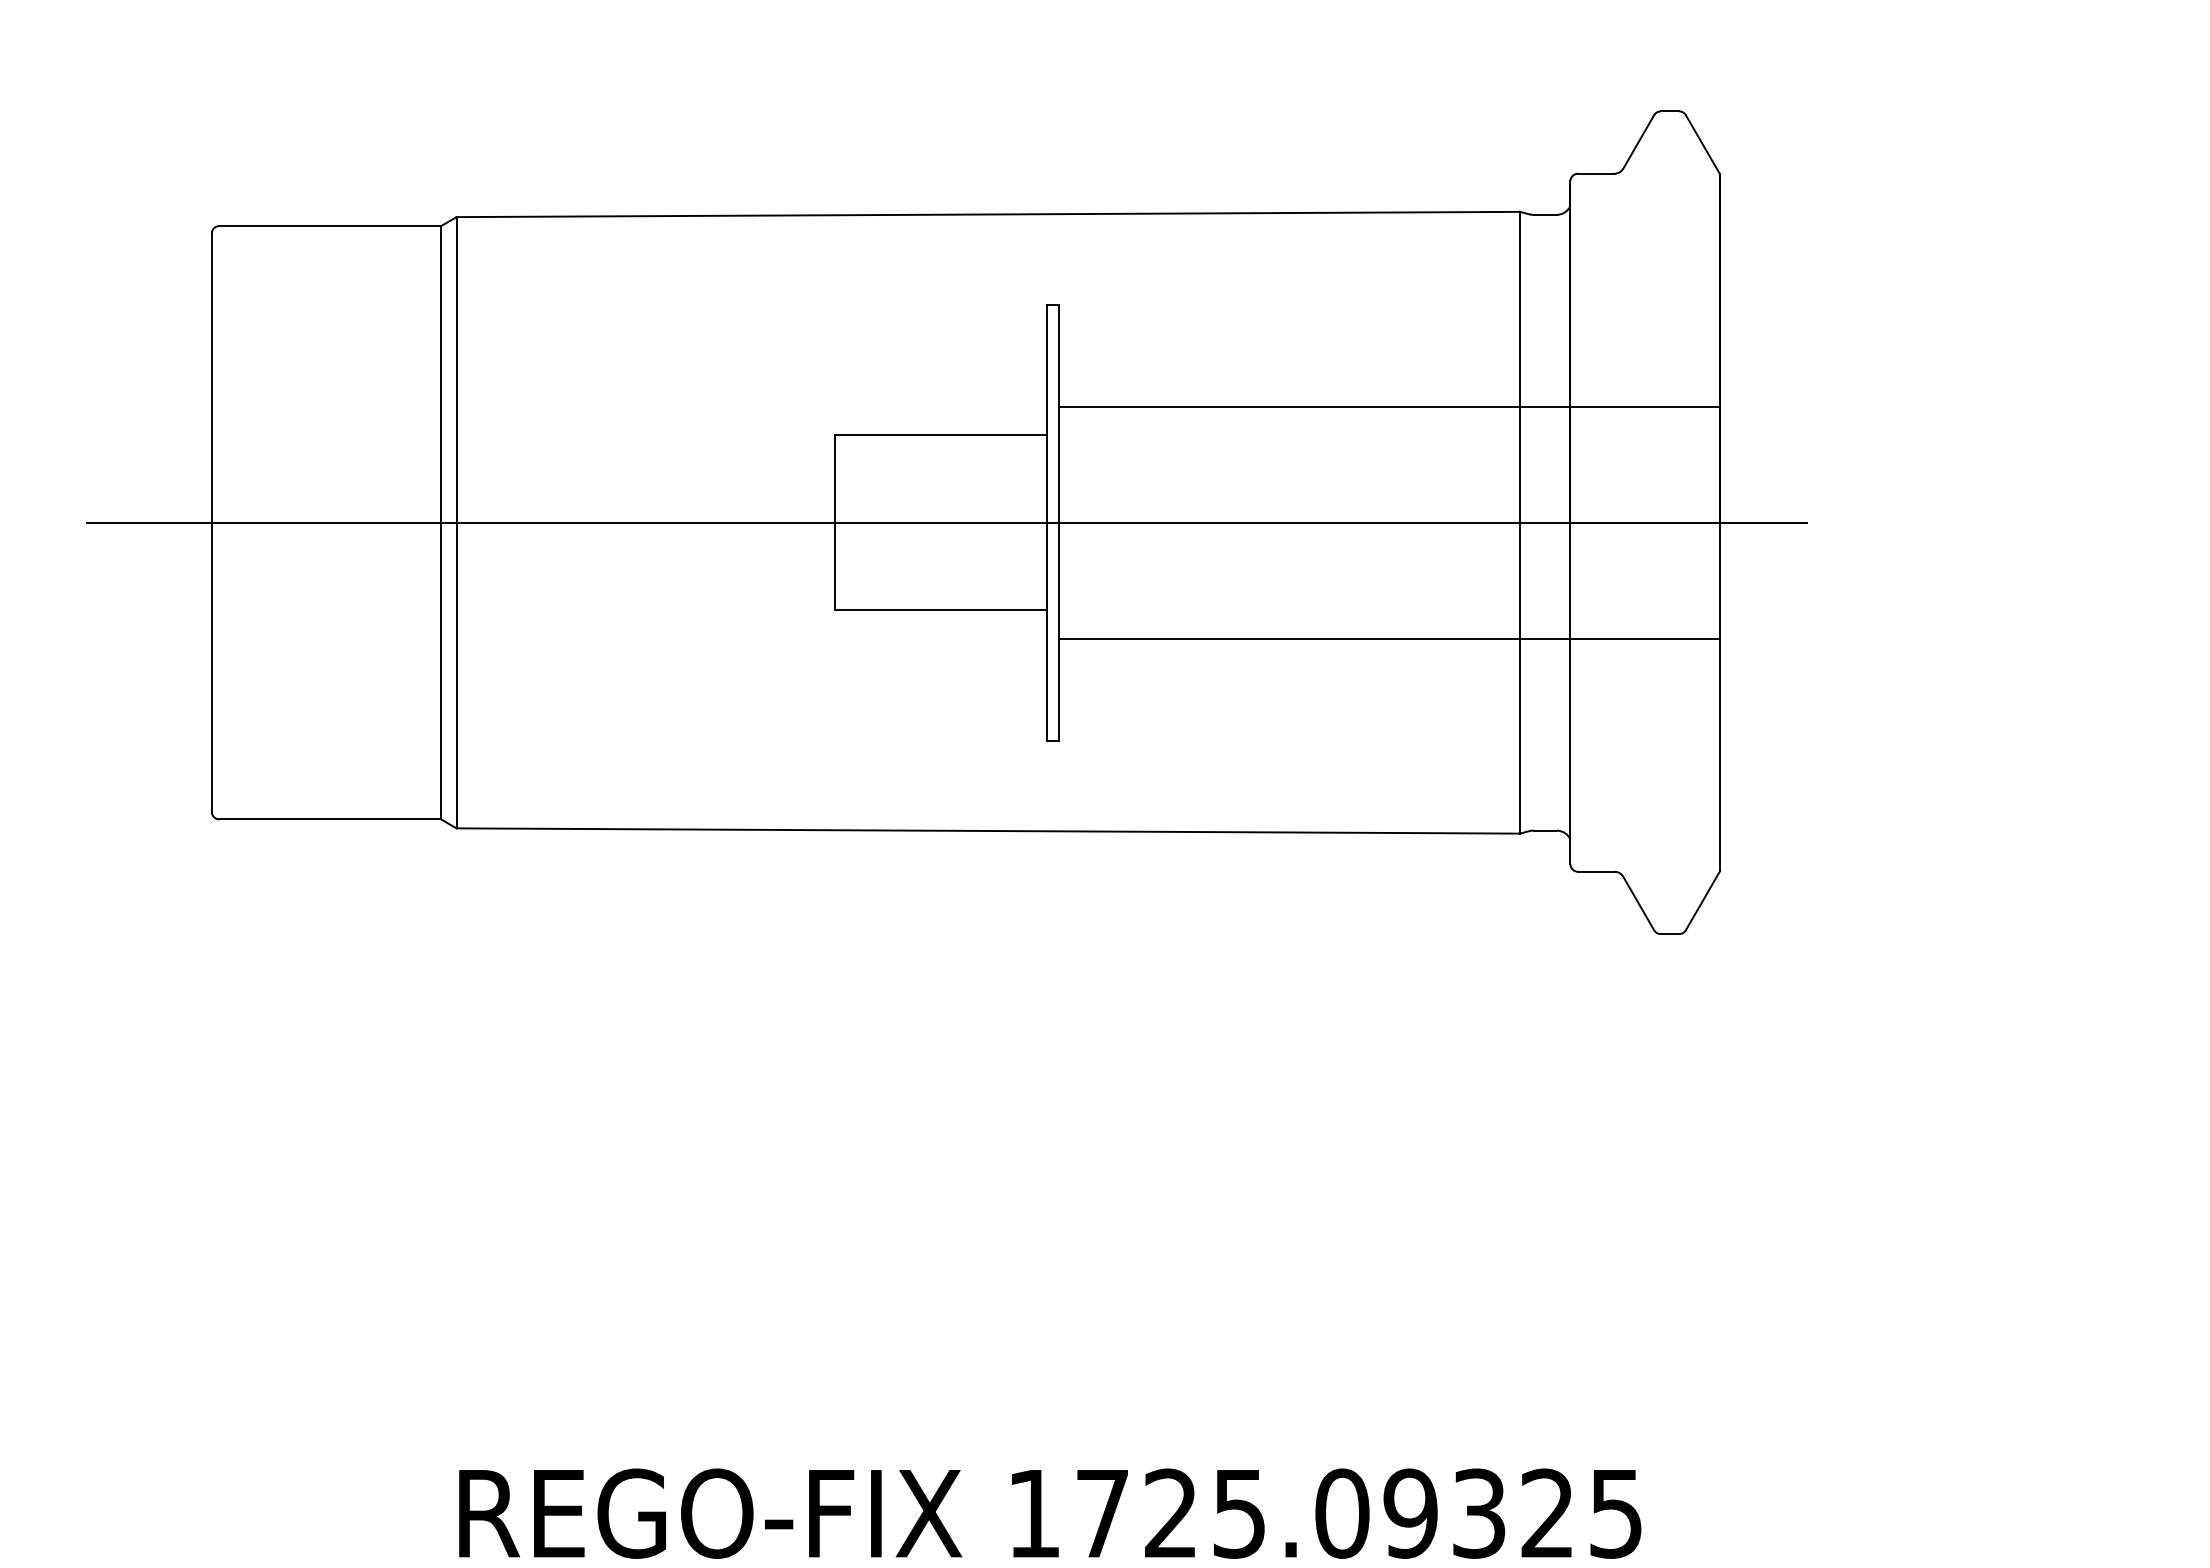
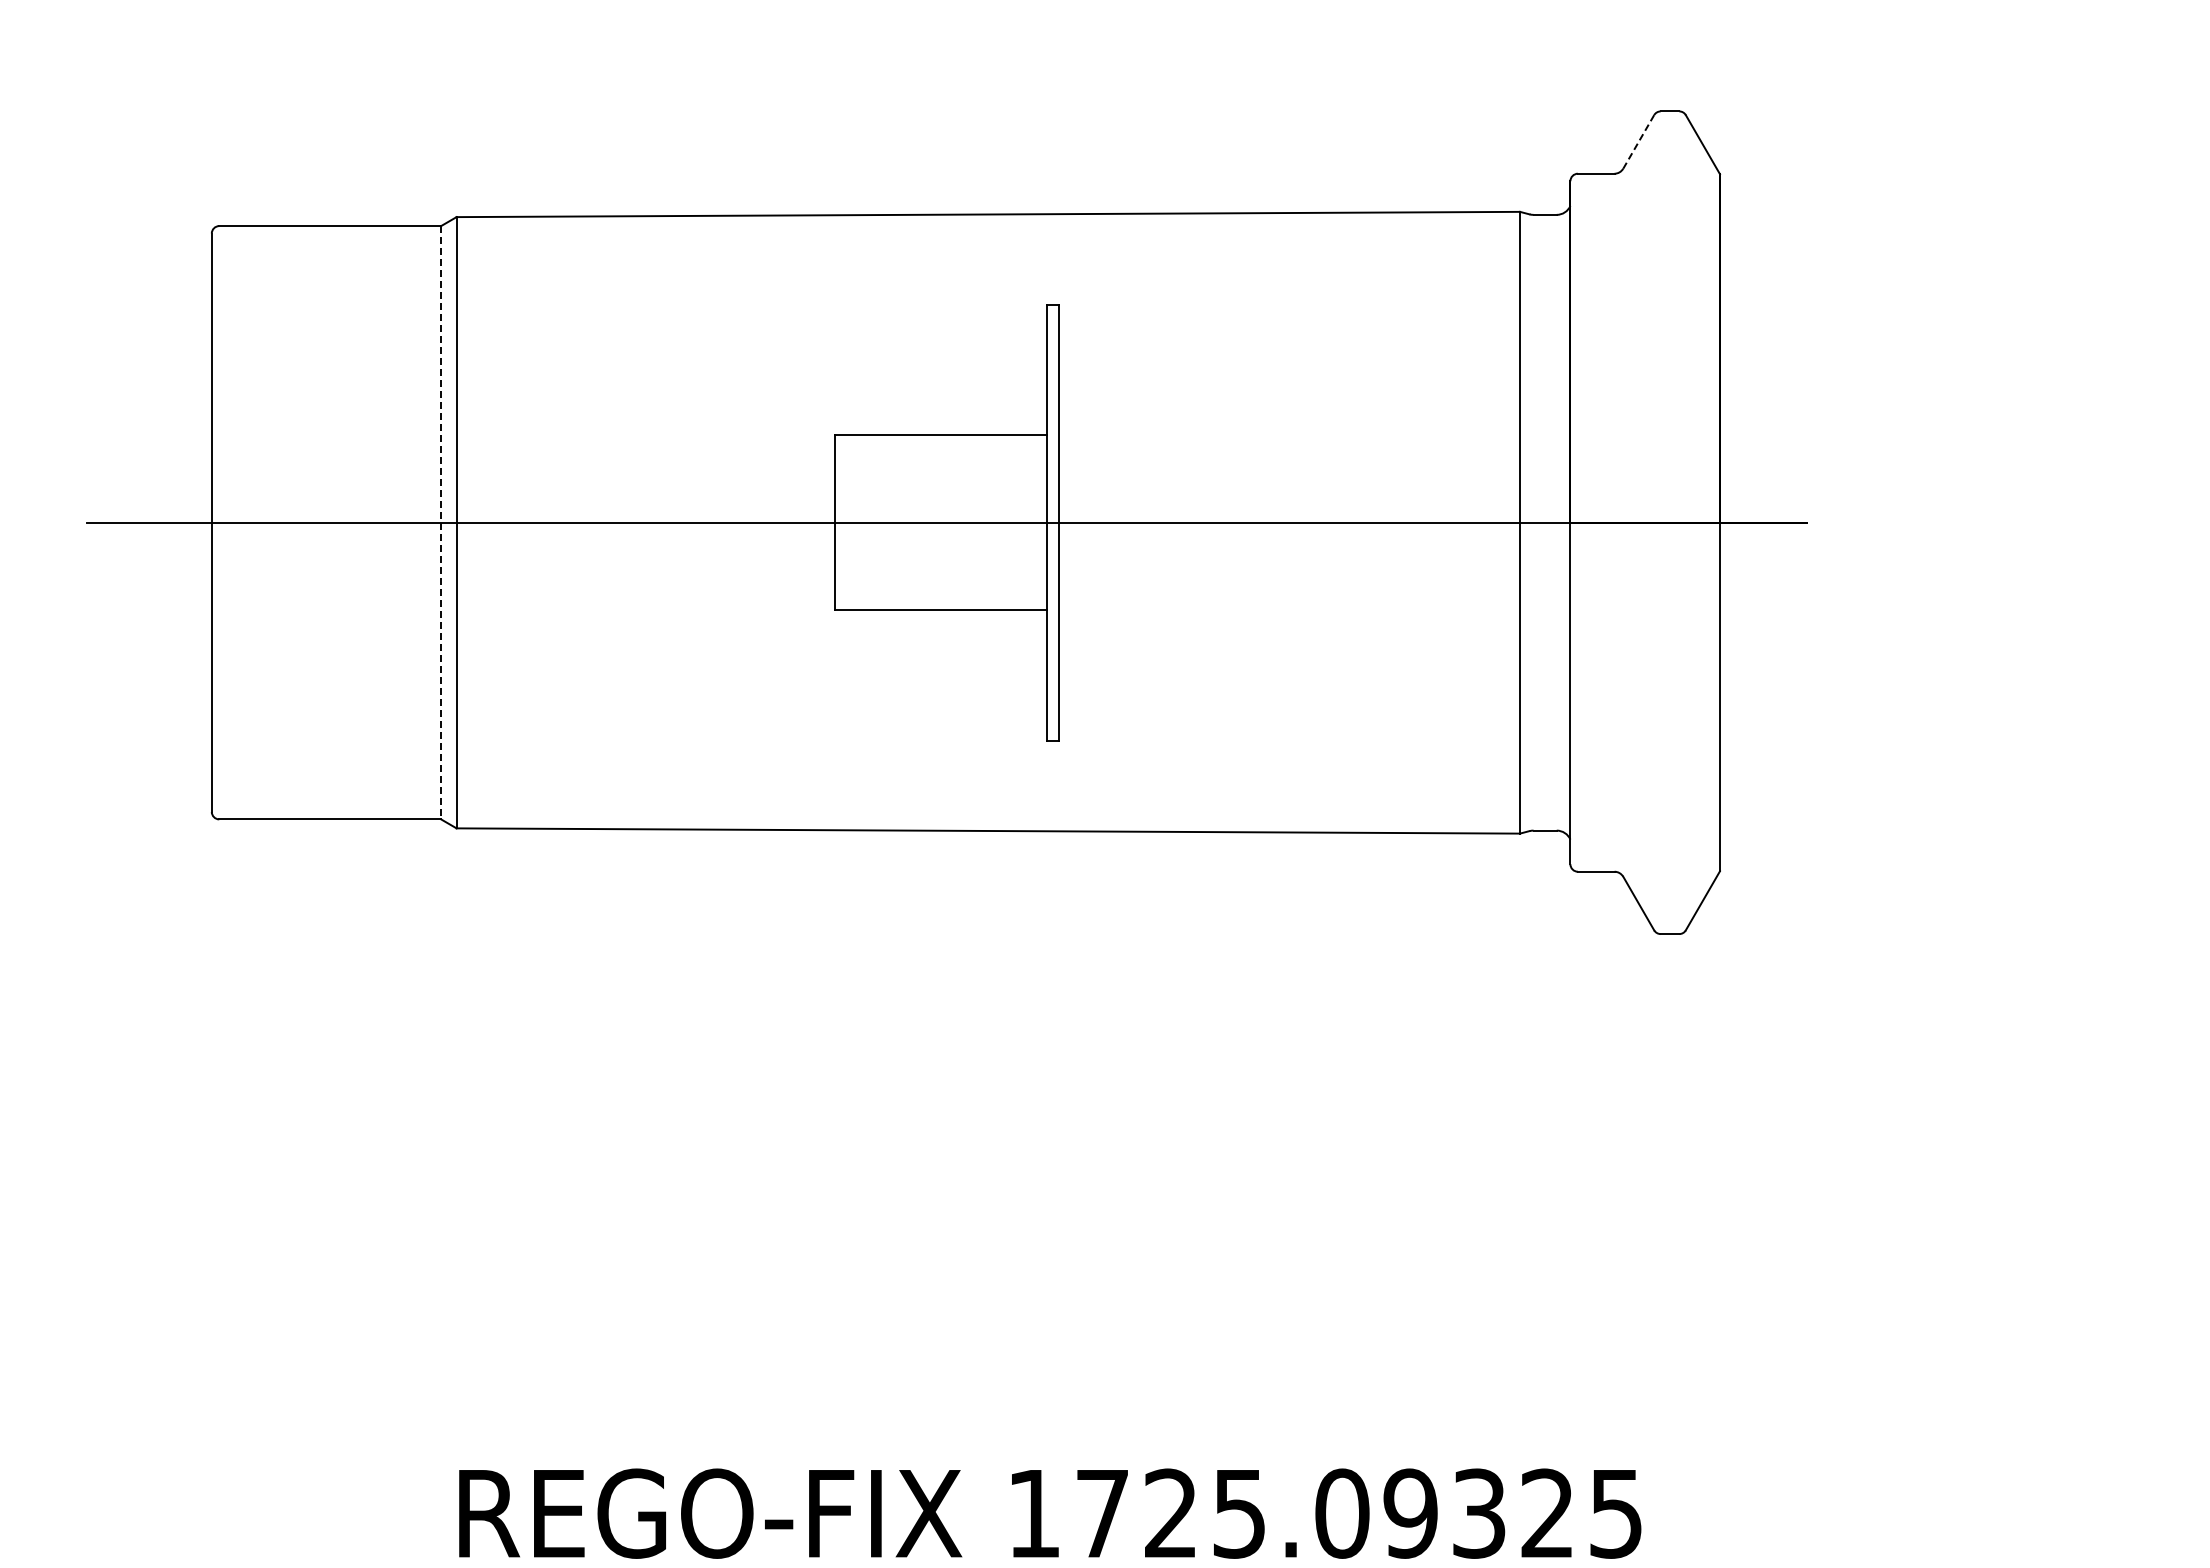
line at (1638, 141): solid -> dashed
line at (1389, 406): present -> none
line at (441, 522): solid -> dashed
line at (1389, 638): present -> none
